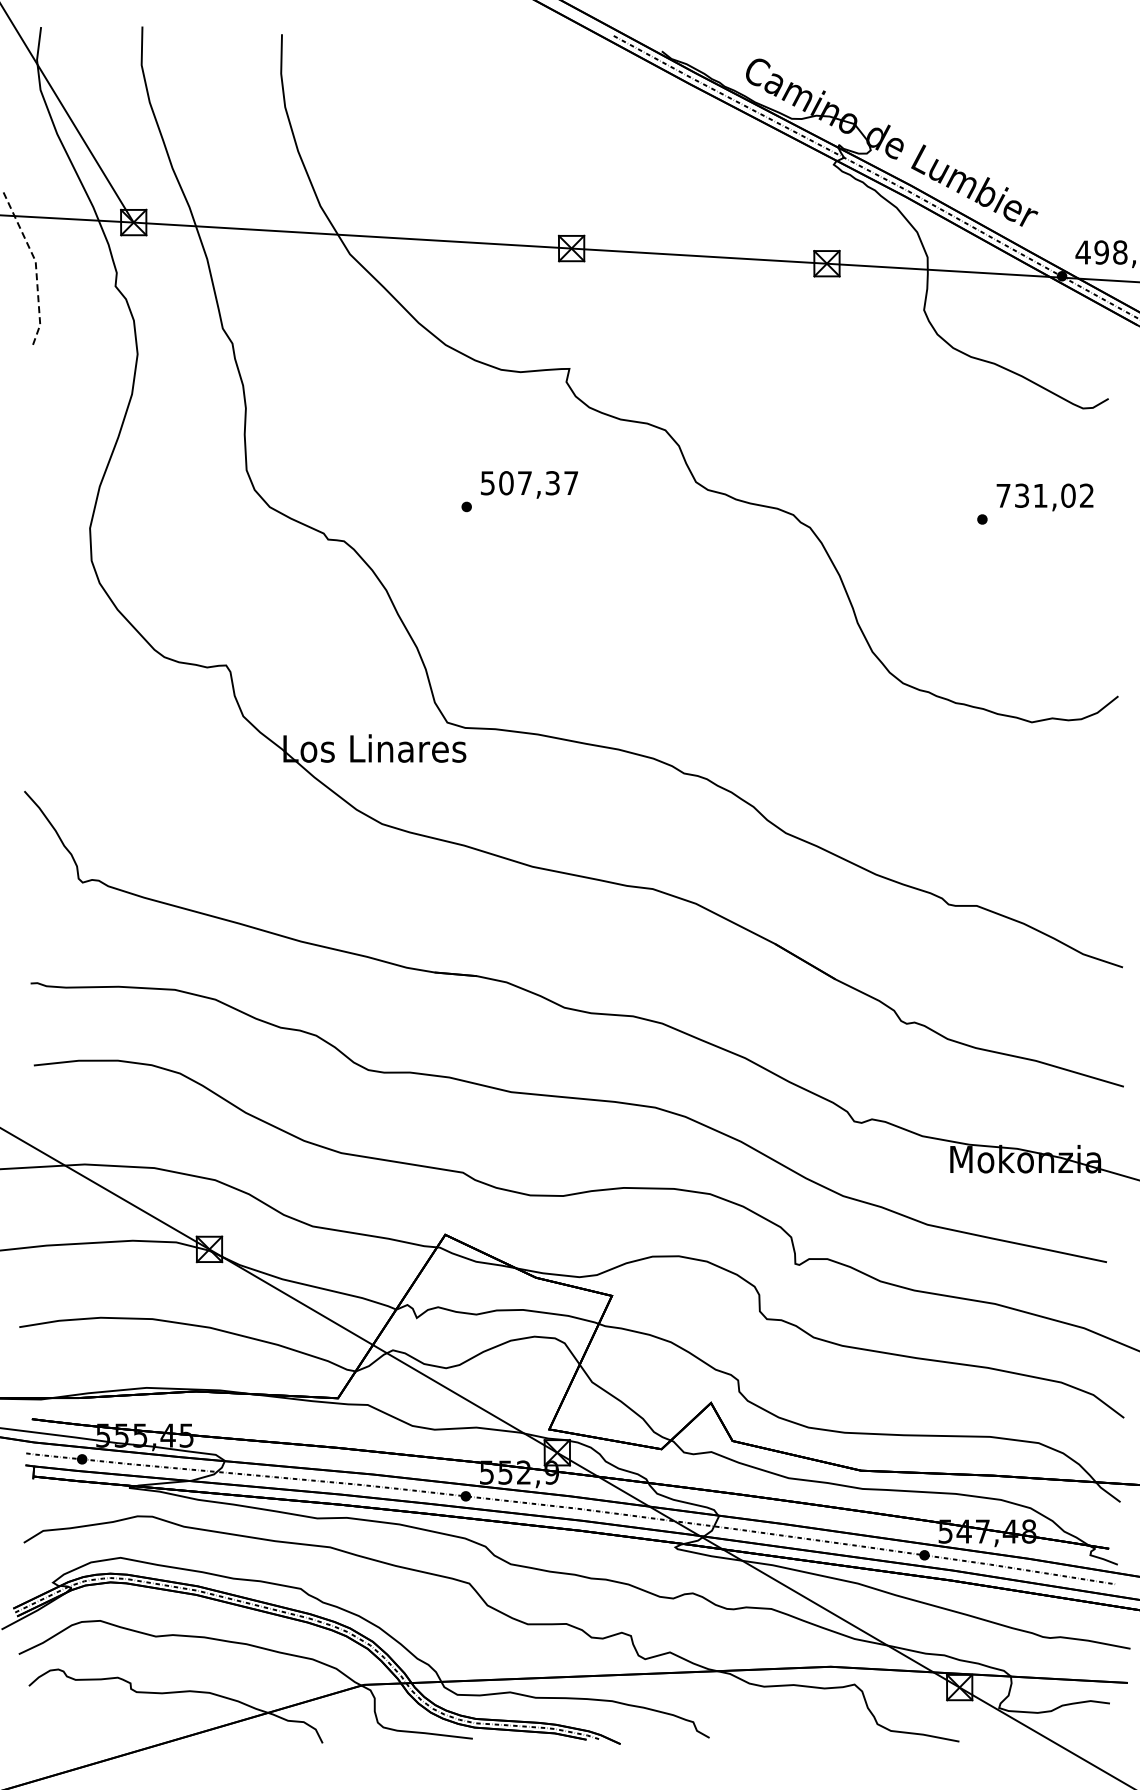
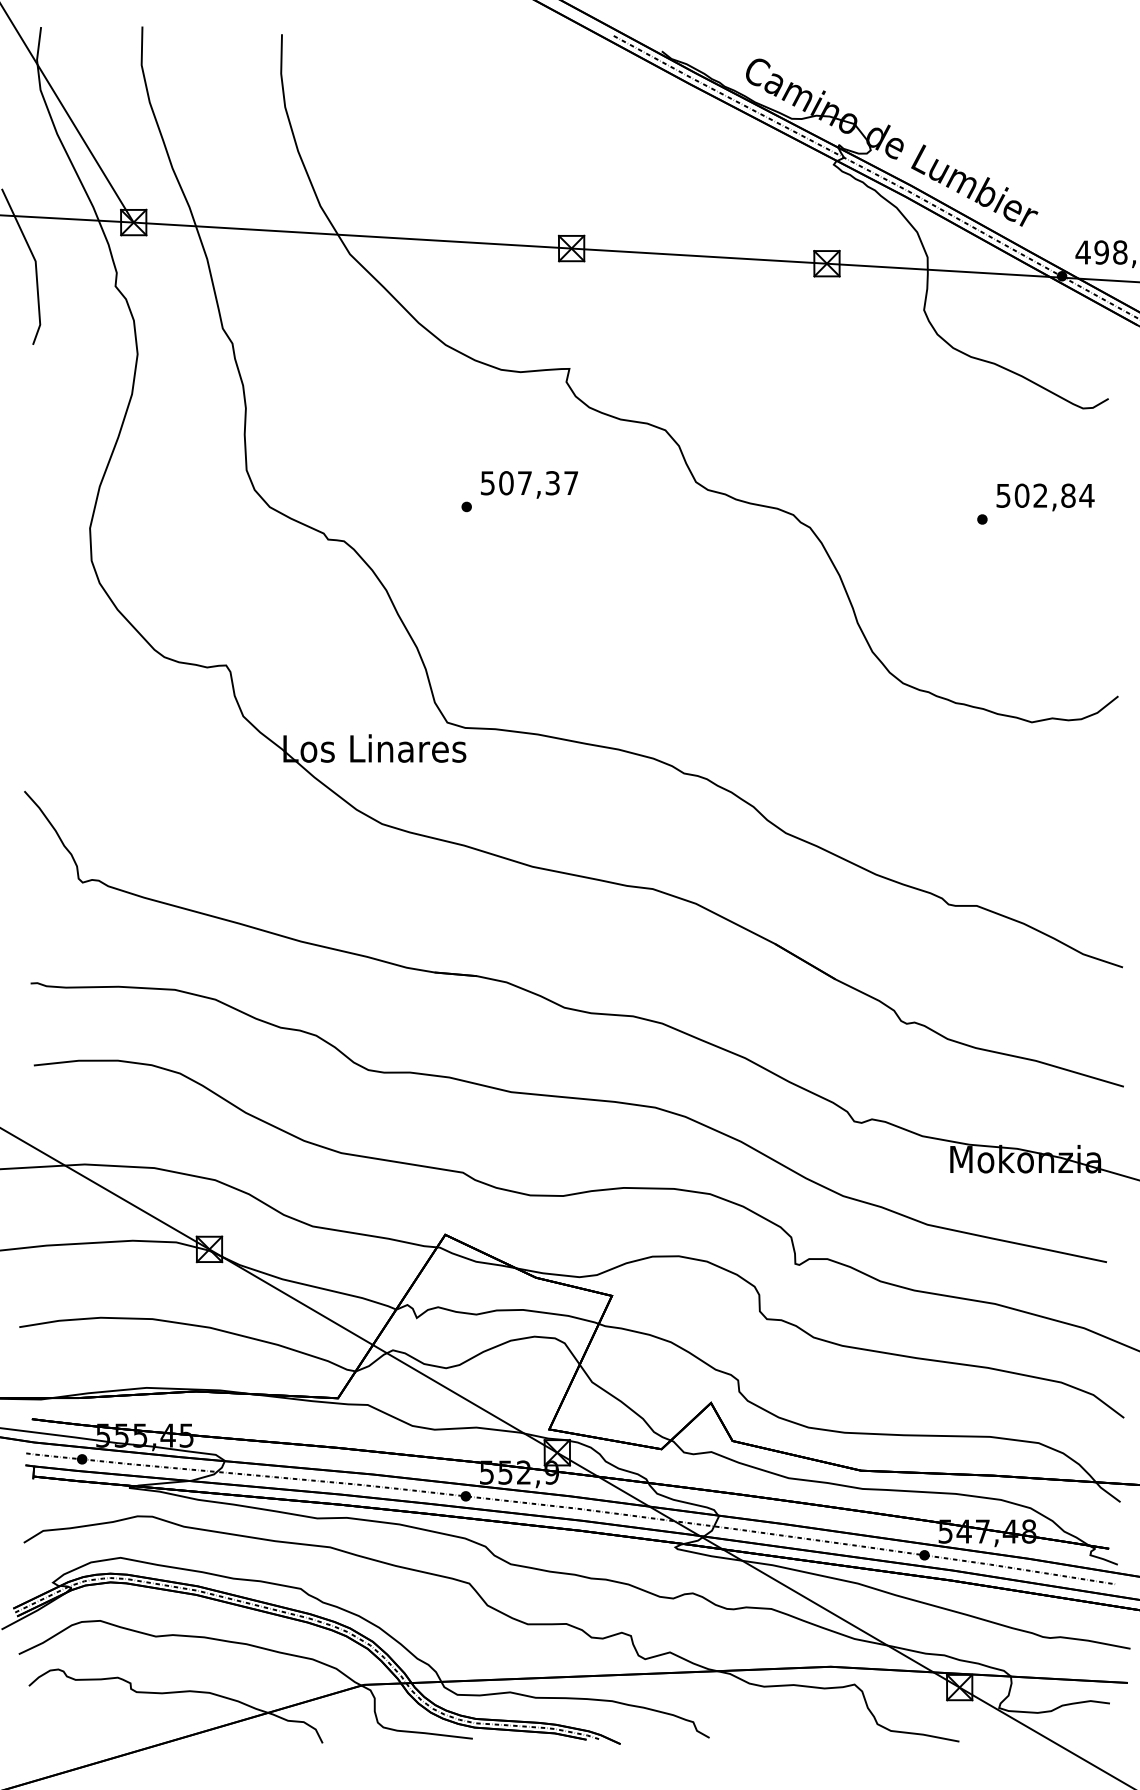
line at (35, 263): dashed -> solid
text at (1045, 495): 731,02 -> 502,84
